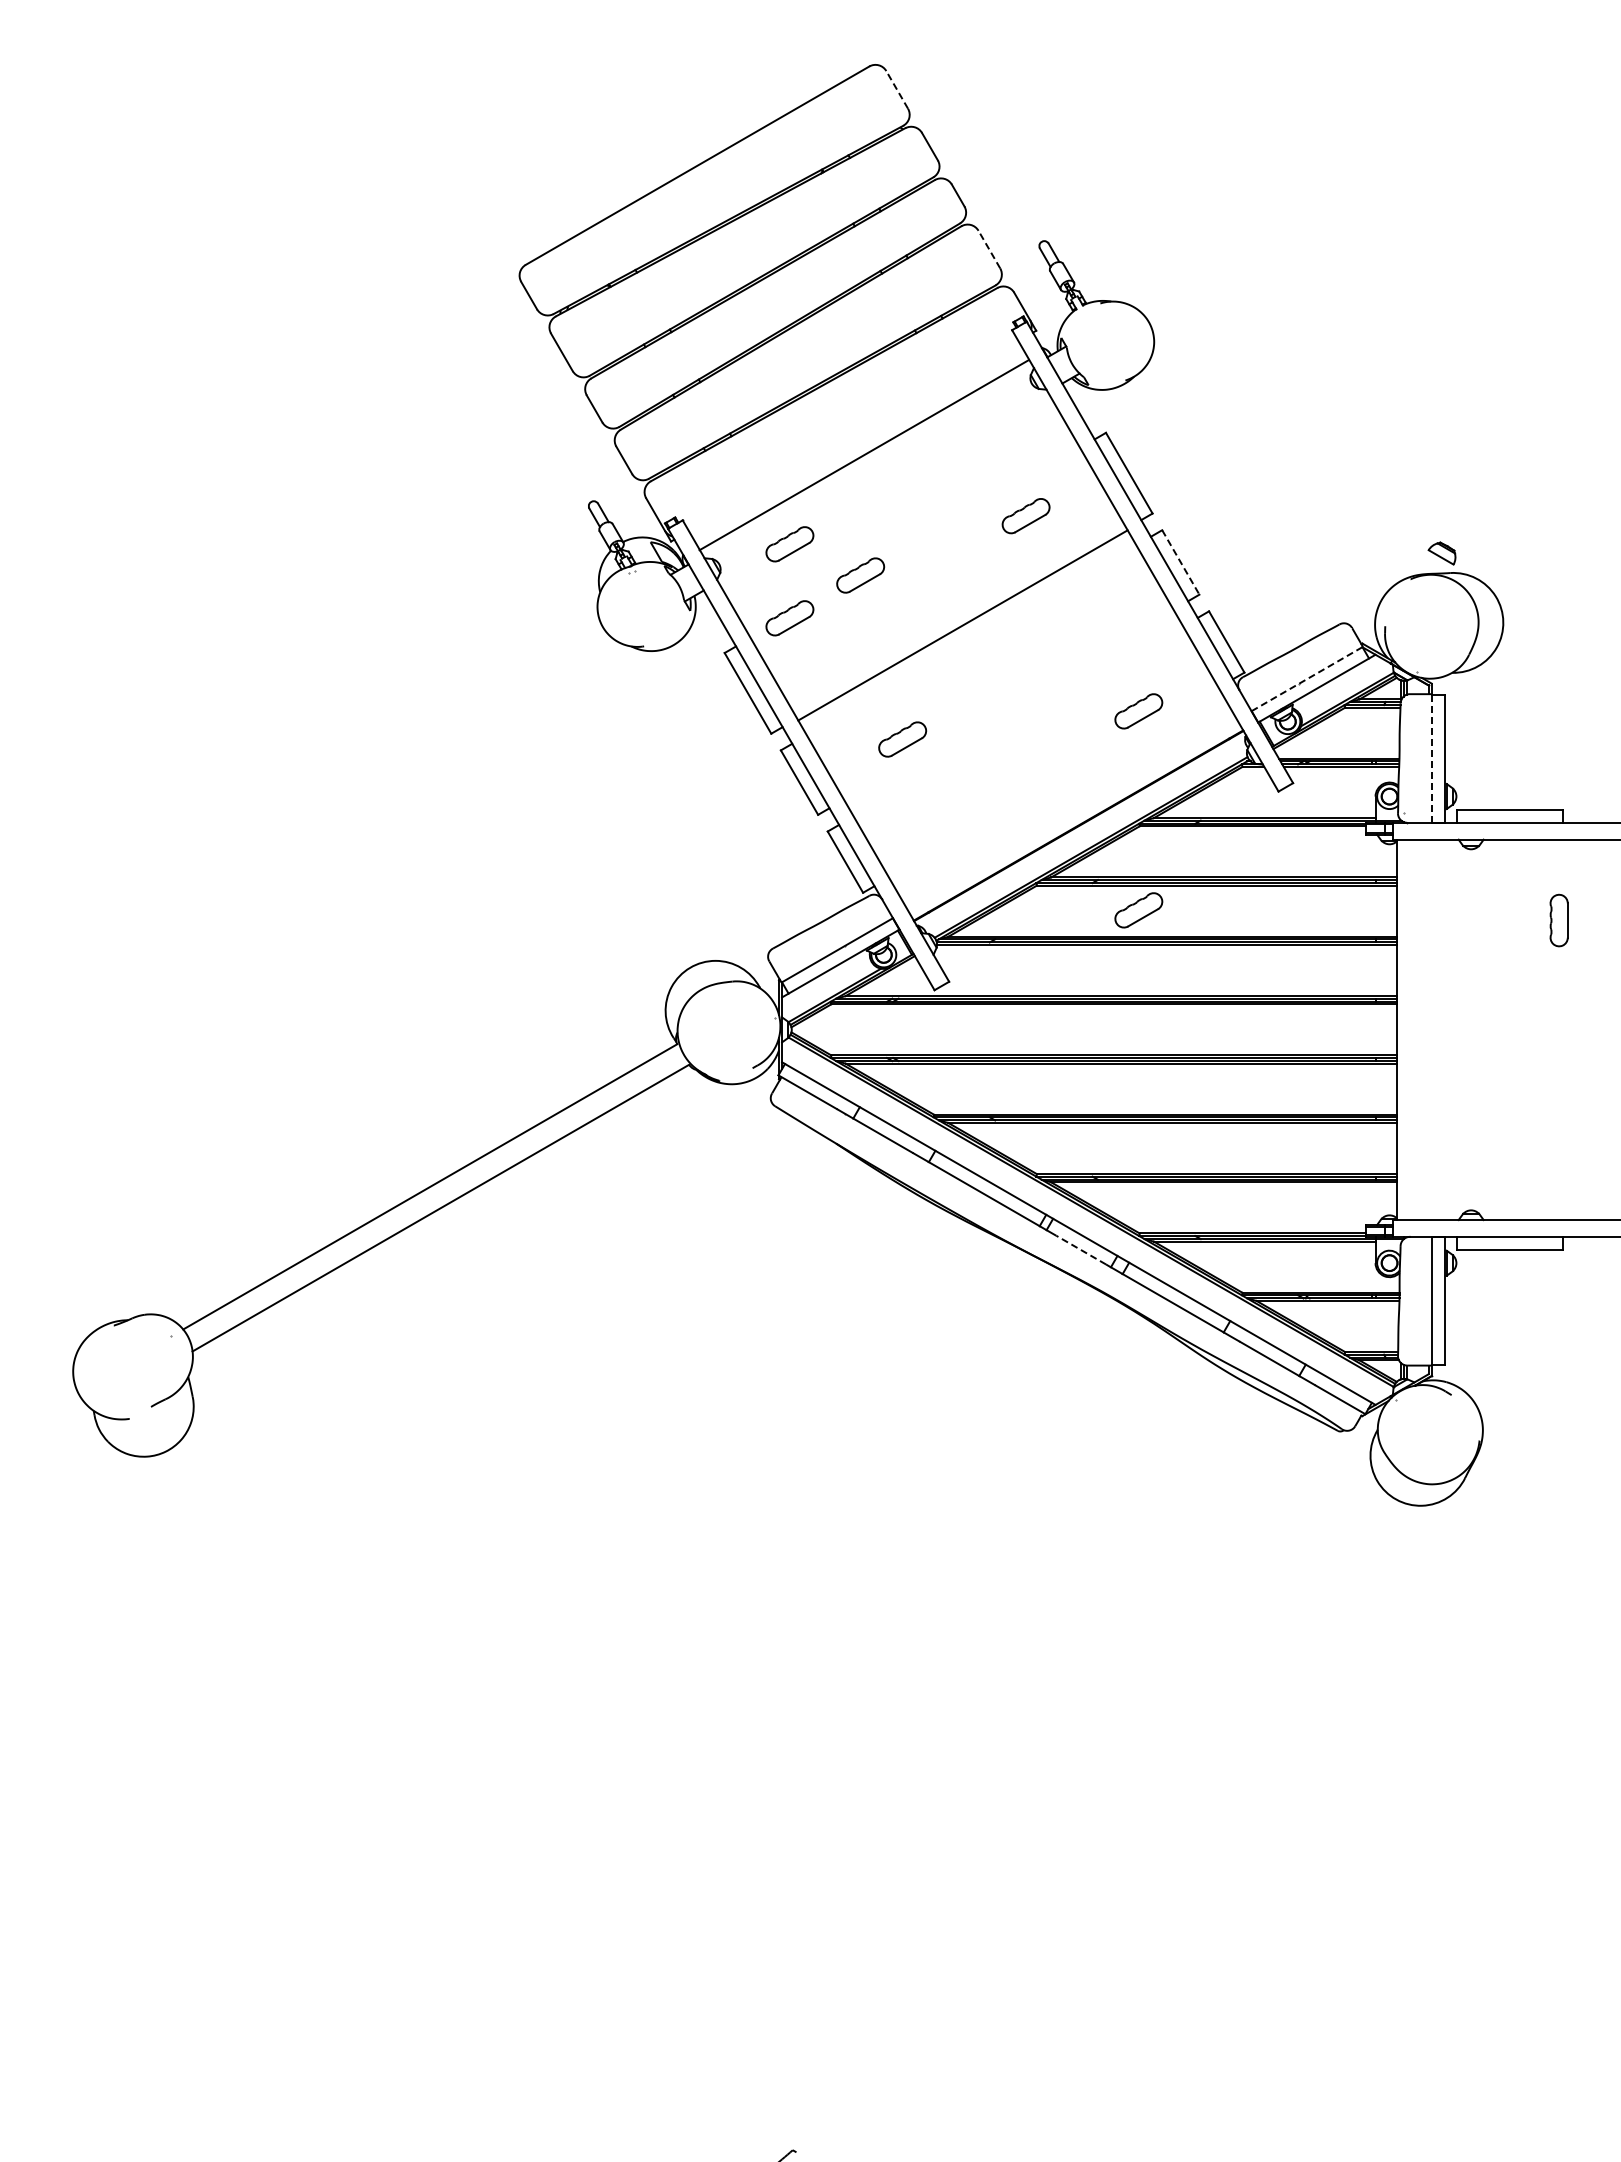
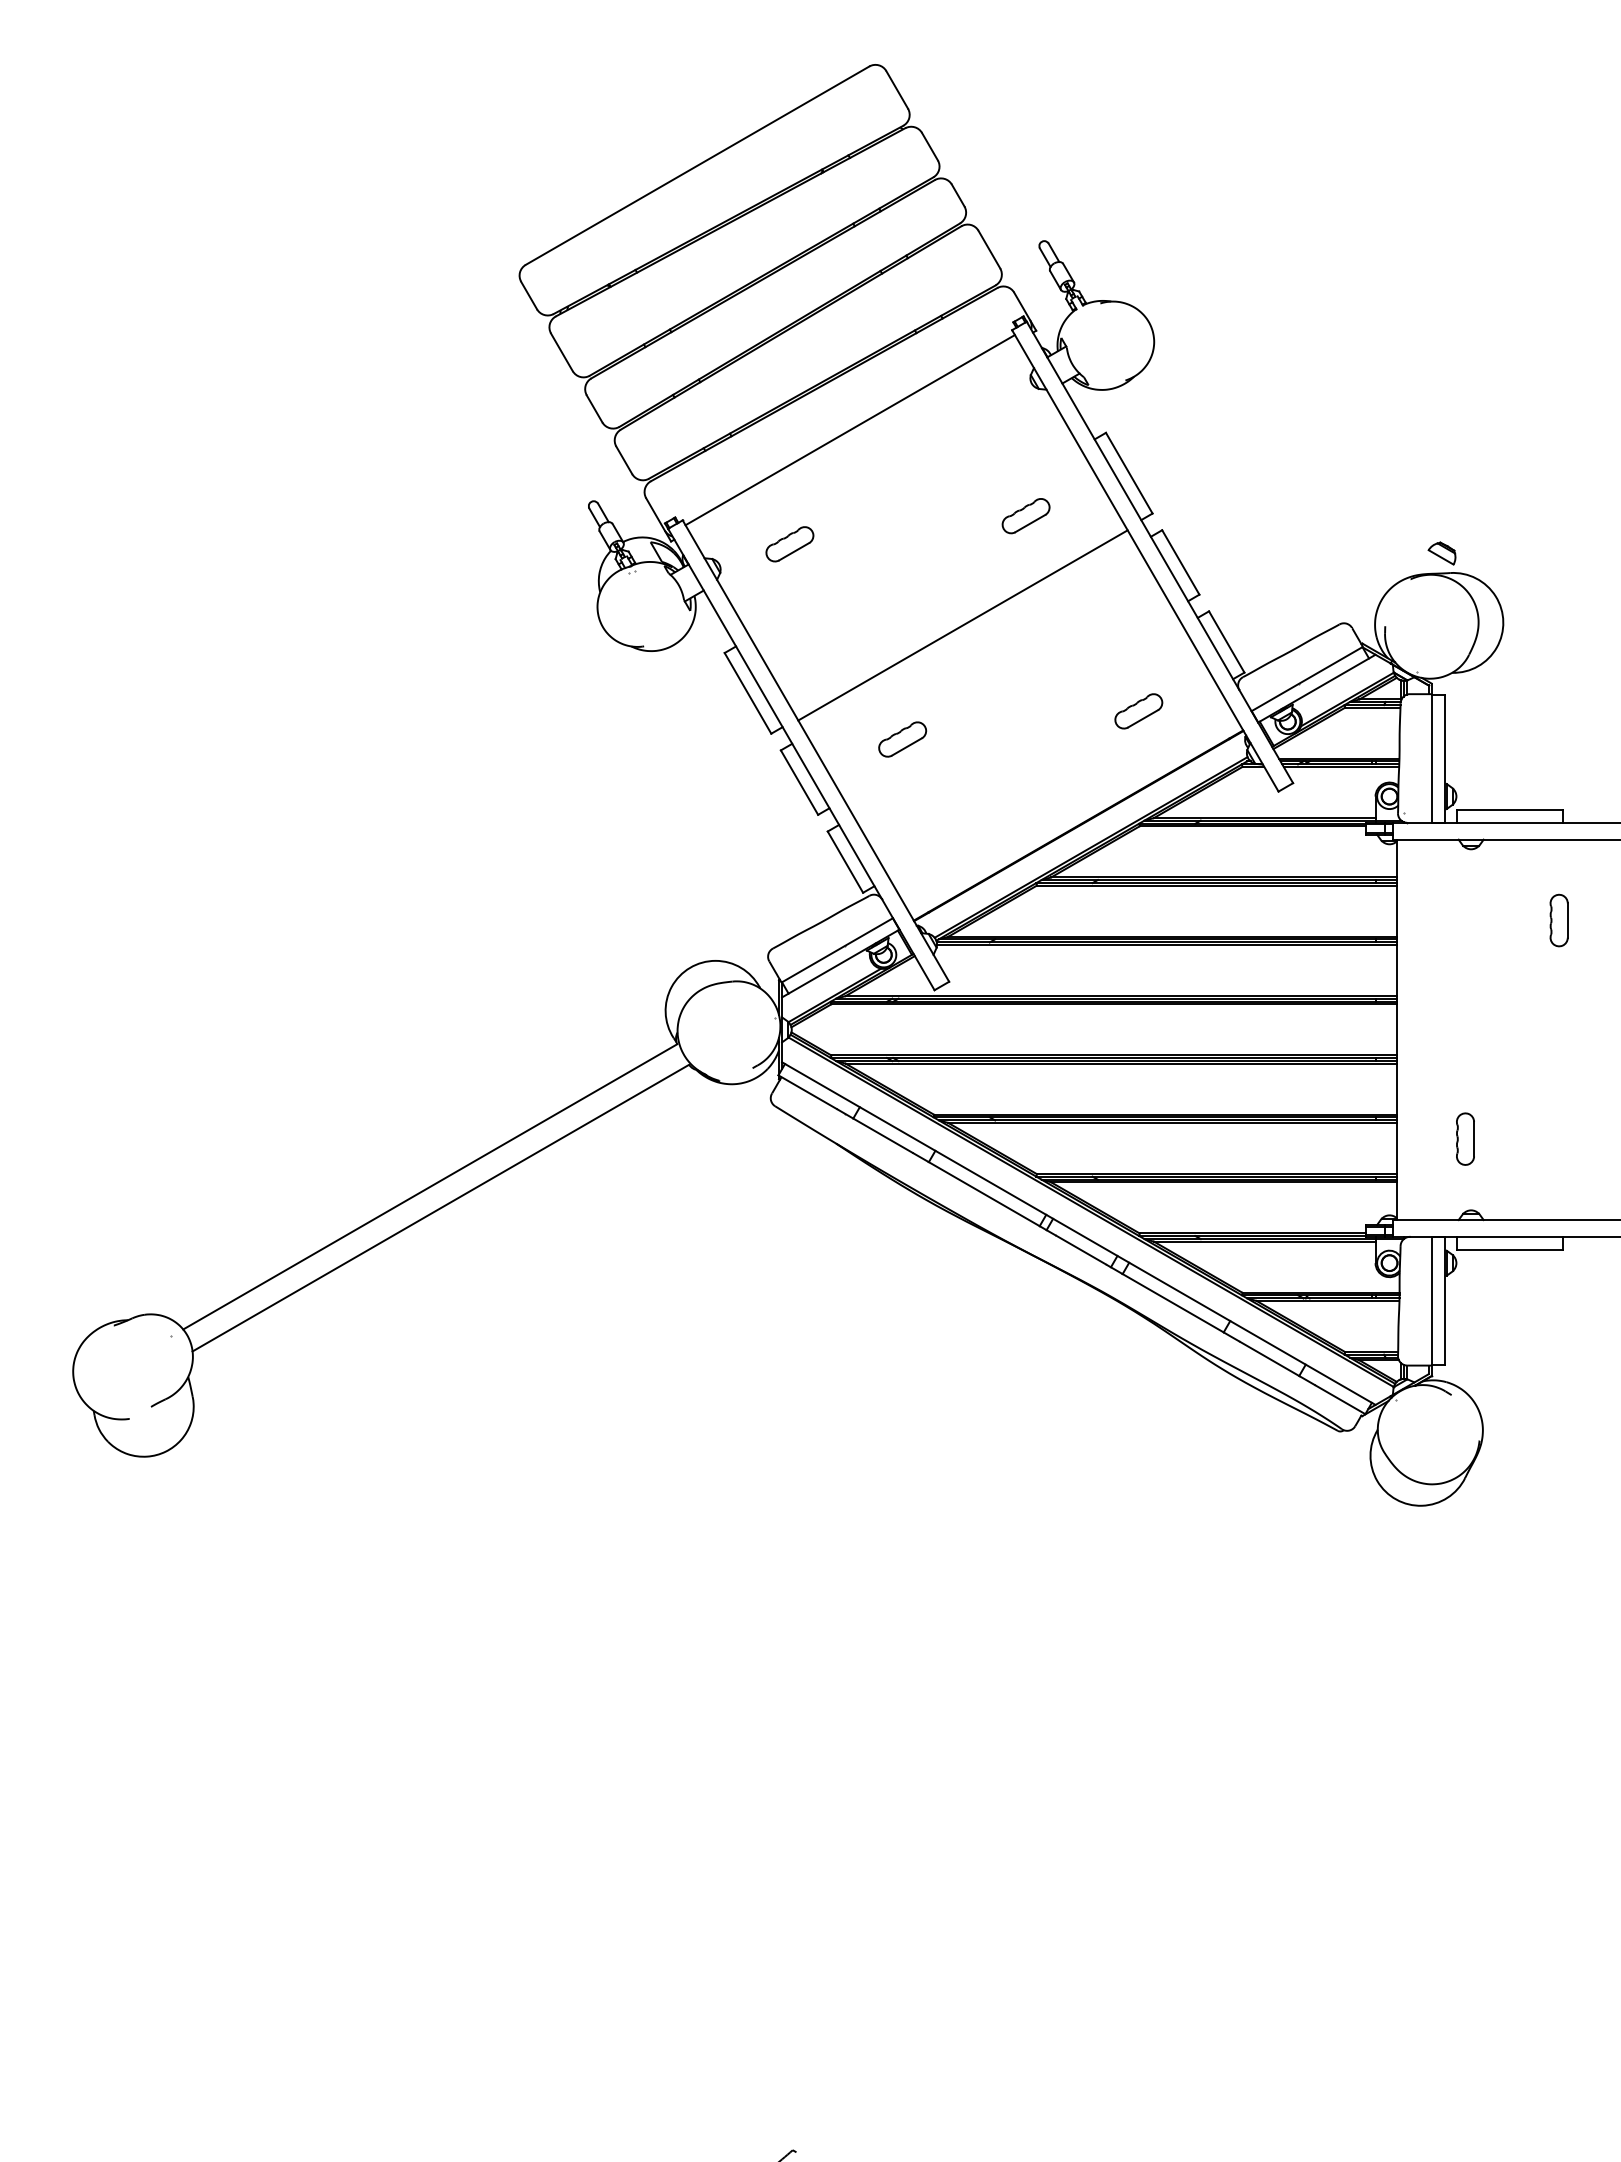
line at (897, 89): dashed -> solid
line at (989, 249): dashed -> solid
line at (863, 455) position: (863, 455) -> (849, 430)
line at (1181, 562): dashed -> solid
part at (860, 575): present -> none
part at (789, 618): present -> none
line at (1307, 678): dashed -> solid
line at (1431, 758): dashed -> solid
part at (1138, 910): present -> none
part at (1465, 1138): none -> present
line at (1081, 1250): dashed -> solid
